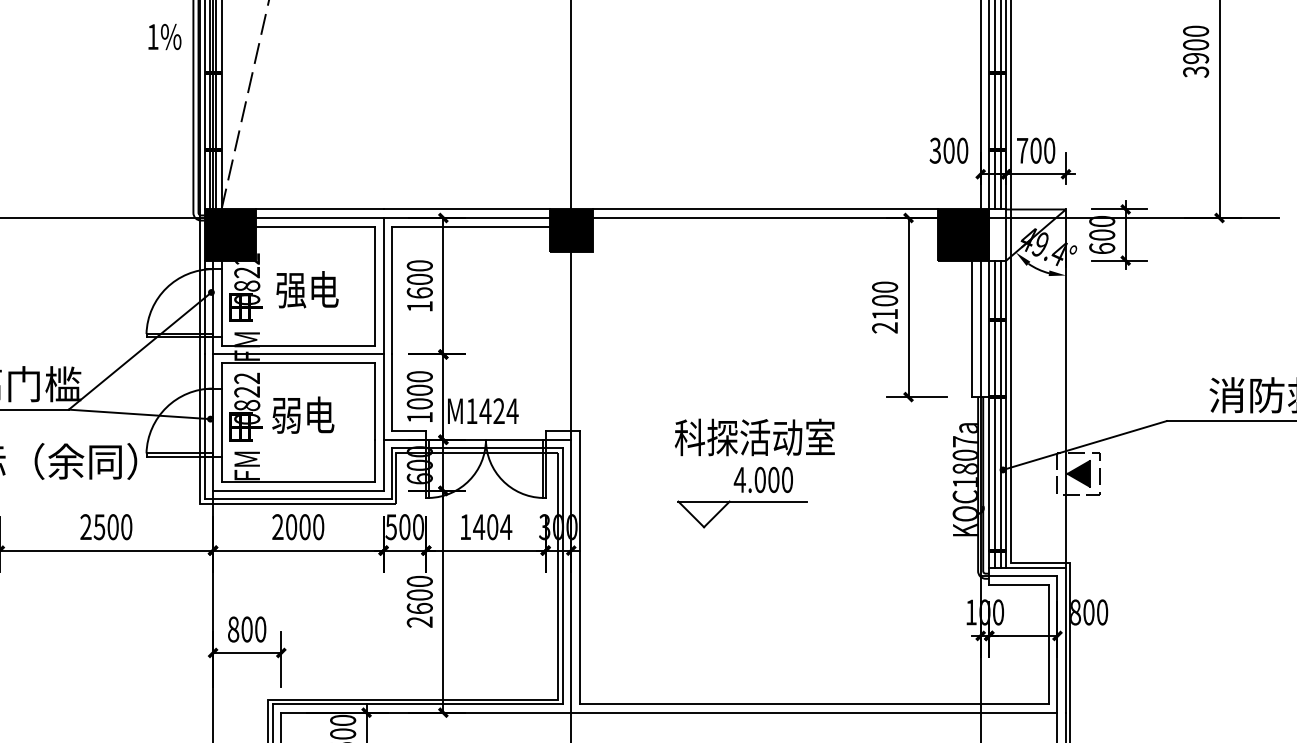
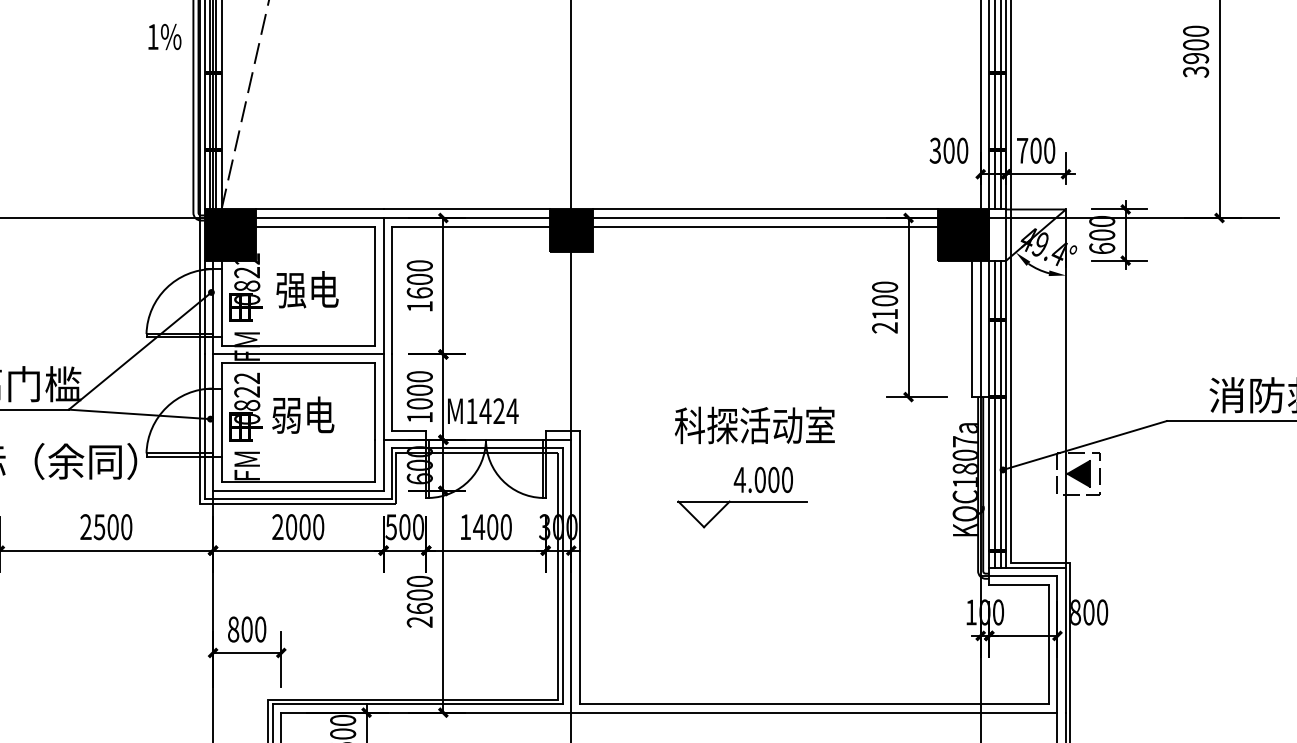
line at (765, 226): none -> present
text at (754, 437) position: (754, 437) -> (754, 425)
text at (506, 527): 1404 -> 1400
